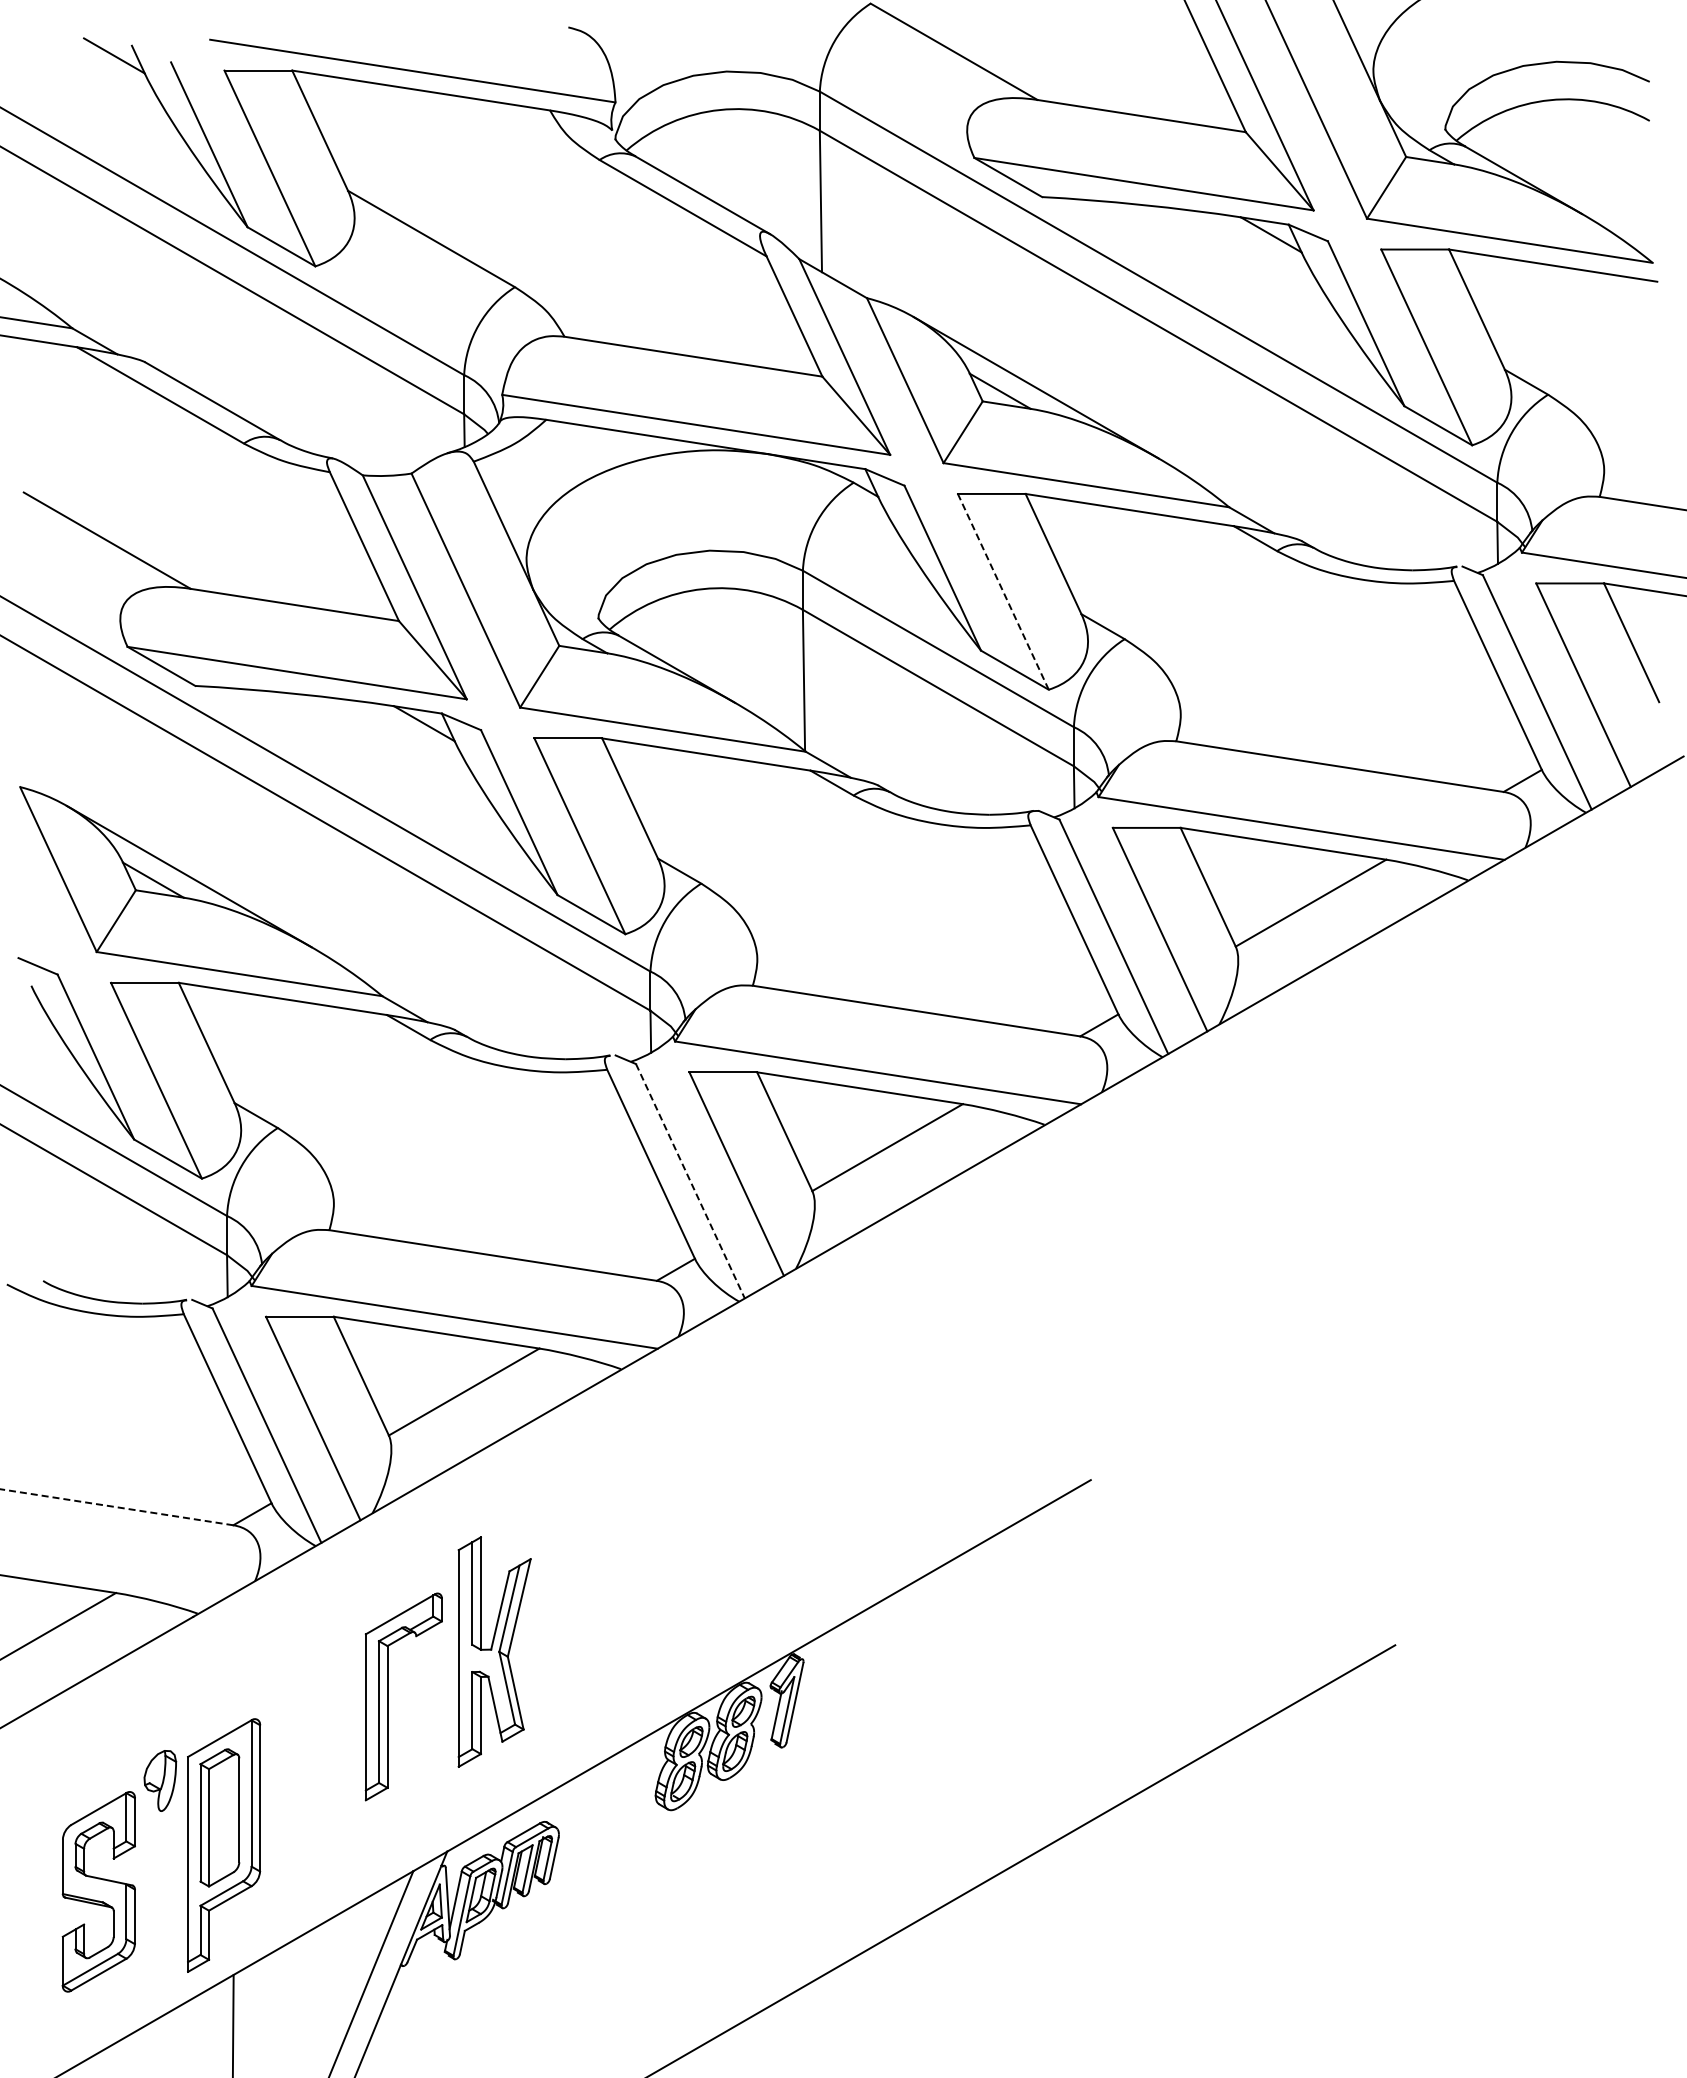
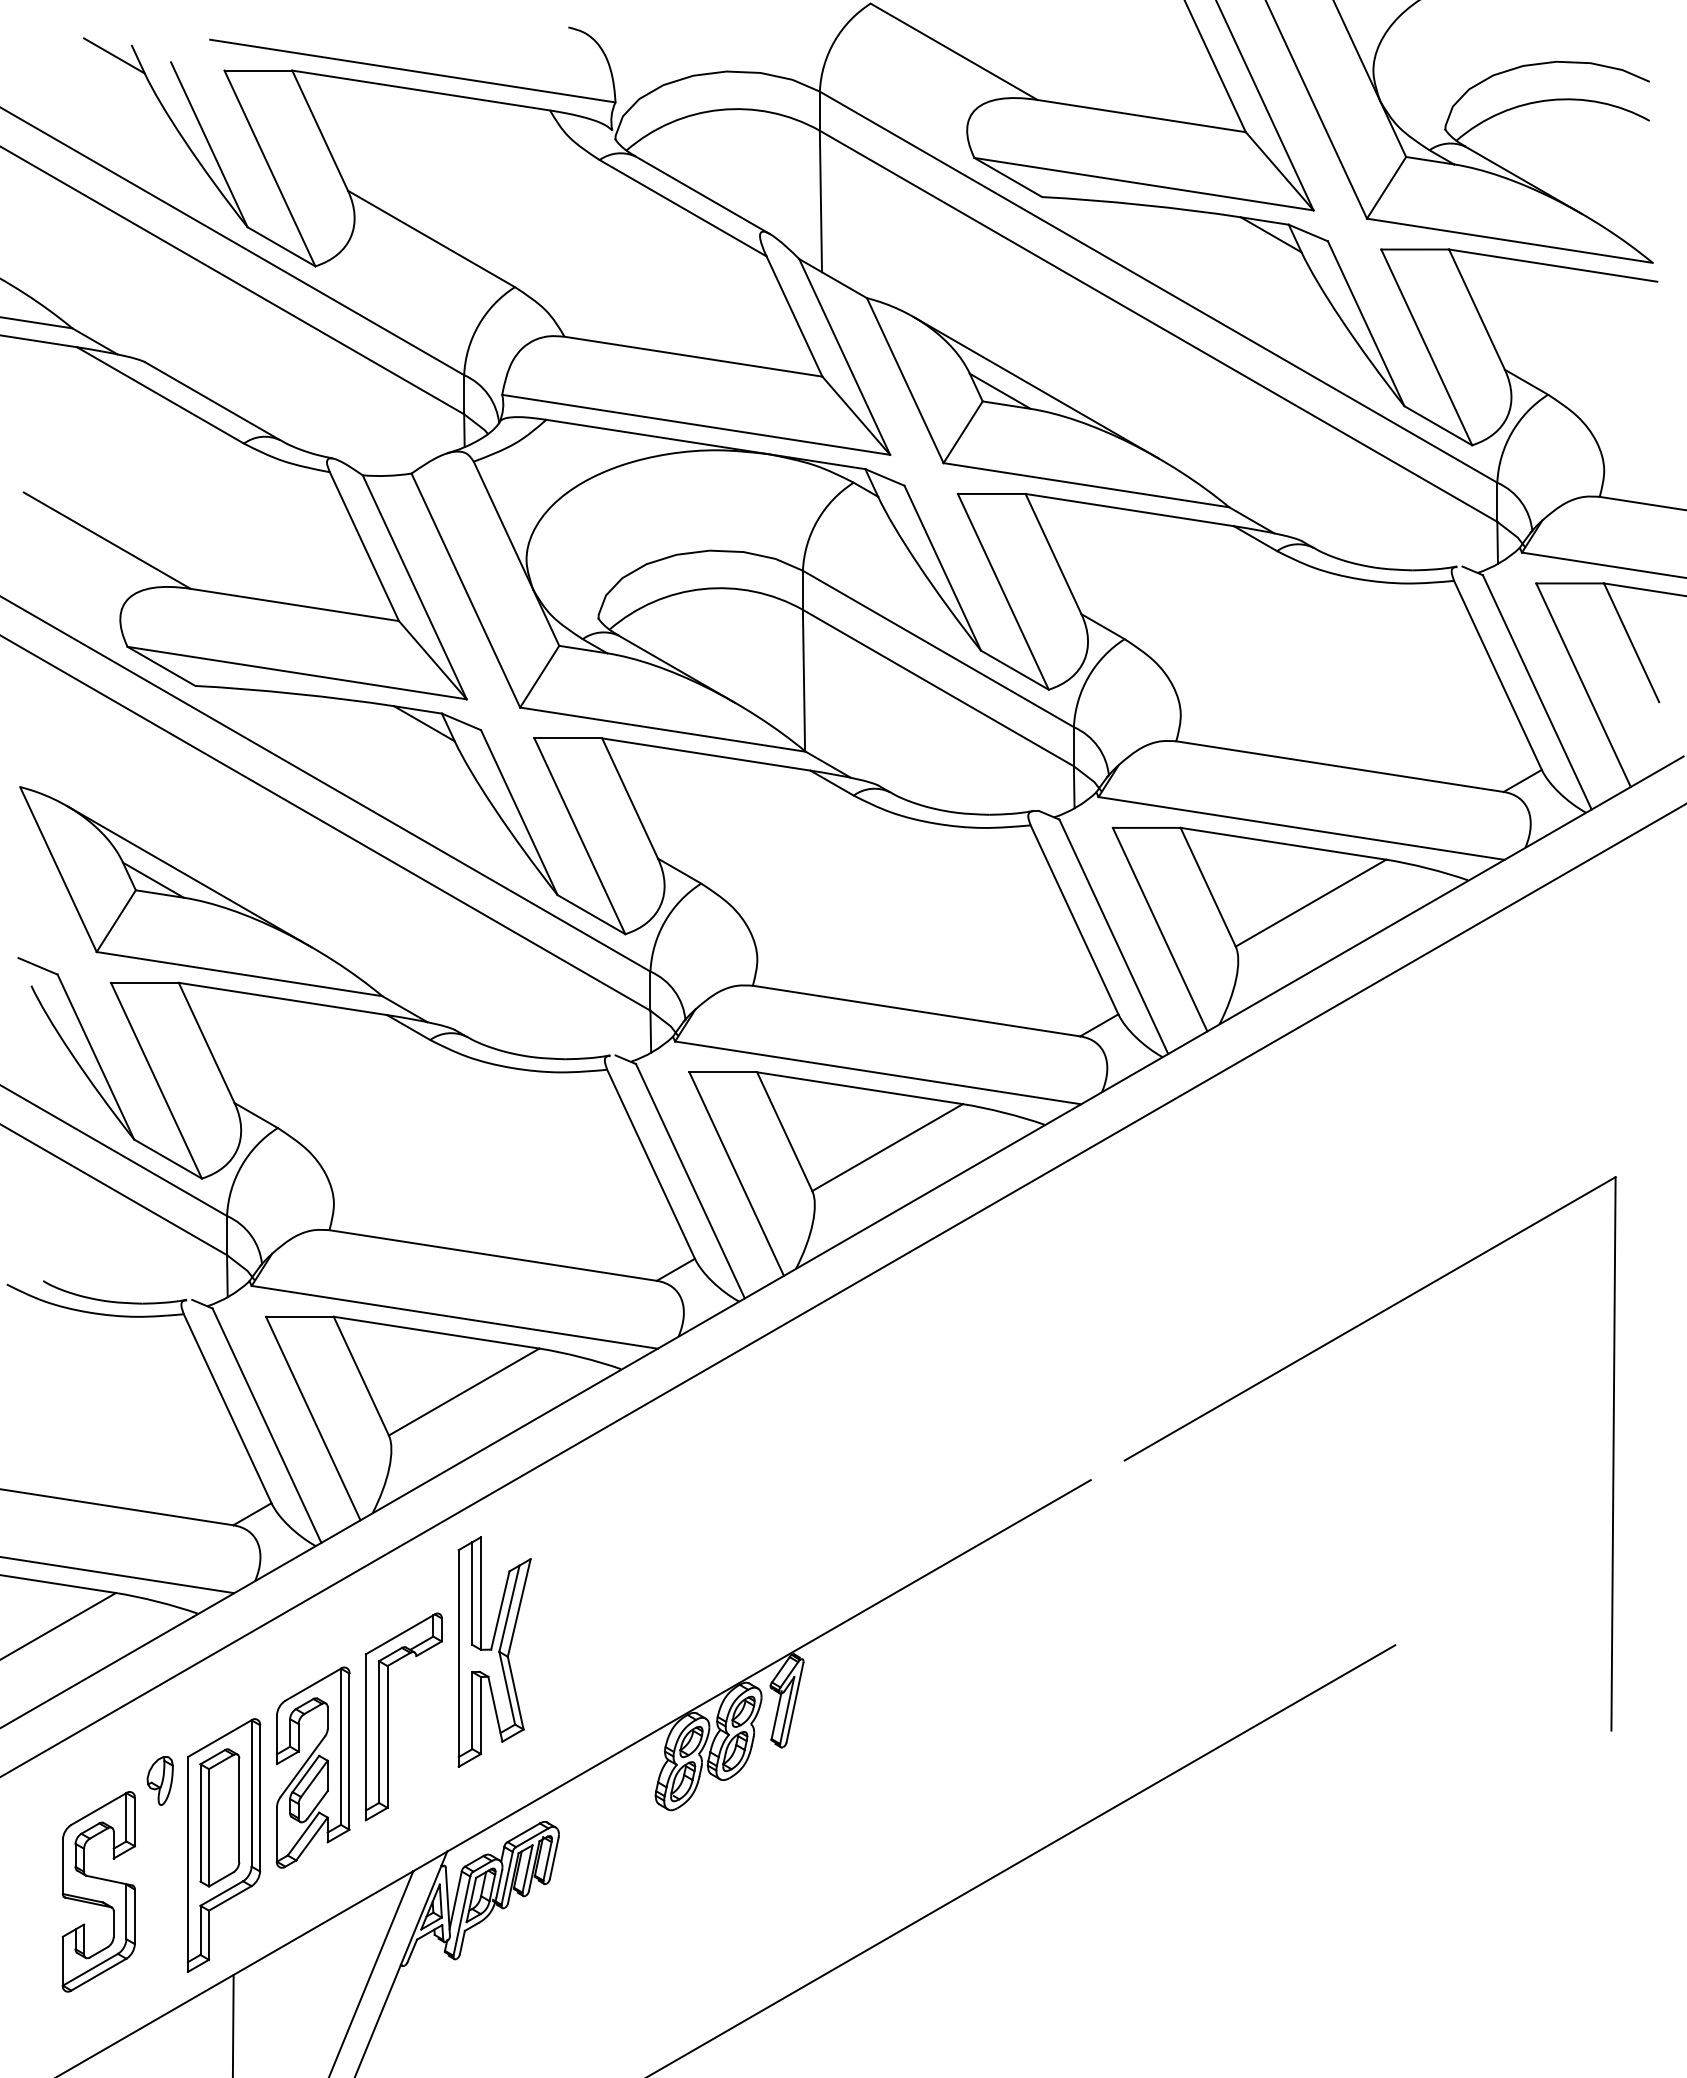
line at (1003, 591): dashed -> solid
line at (690, 1181): dashed -> solid
line at (842, 1290): none -> present
part at (1314, 1352): none -> present
line at (117, 1507): dashed -> solid
line at (118, 1575): none -> present
part at (388, 1696) position: (388, 1696) -> (388, 1716)
part at (312, 1767): none -> present
part at (160, 1780) size: 35x62 px -> 28x50 px
